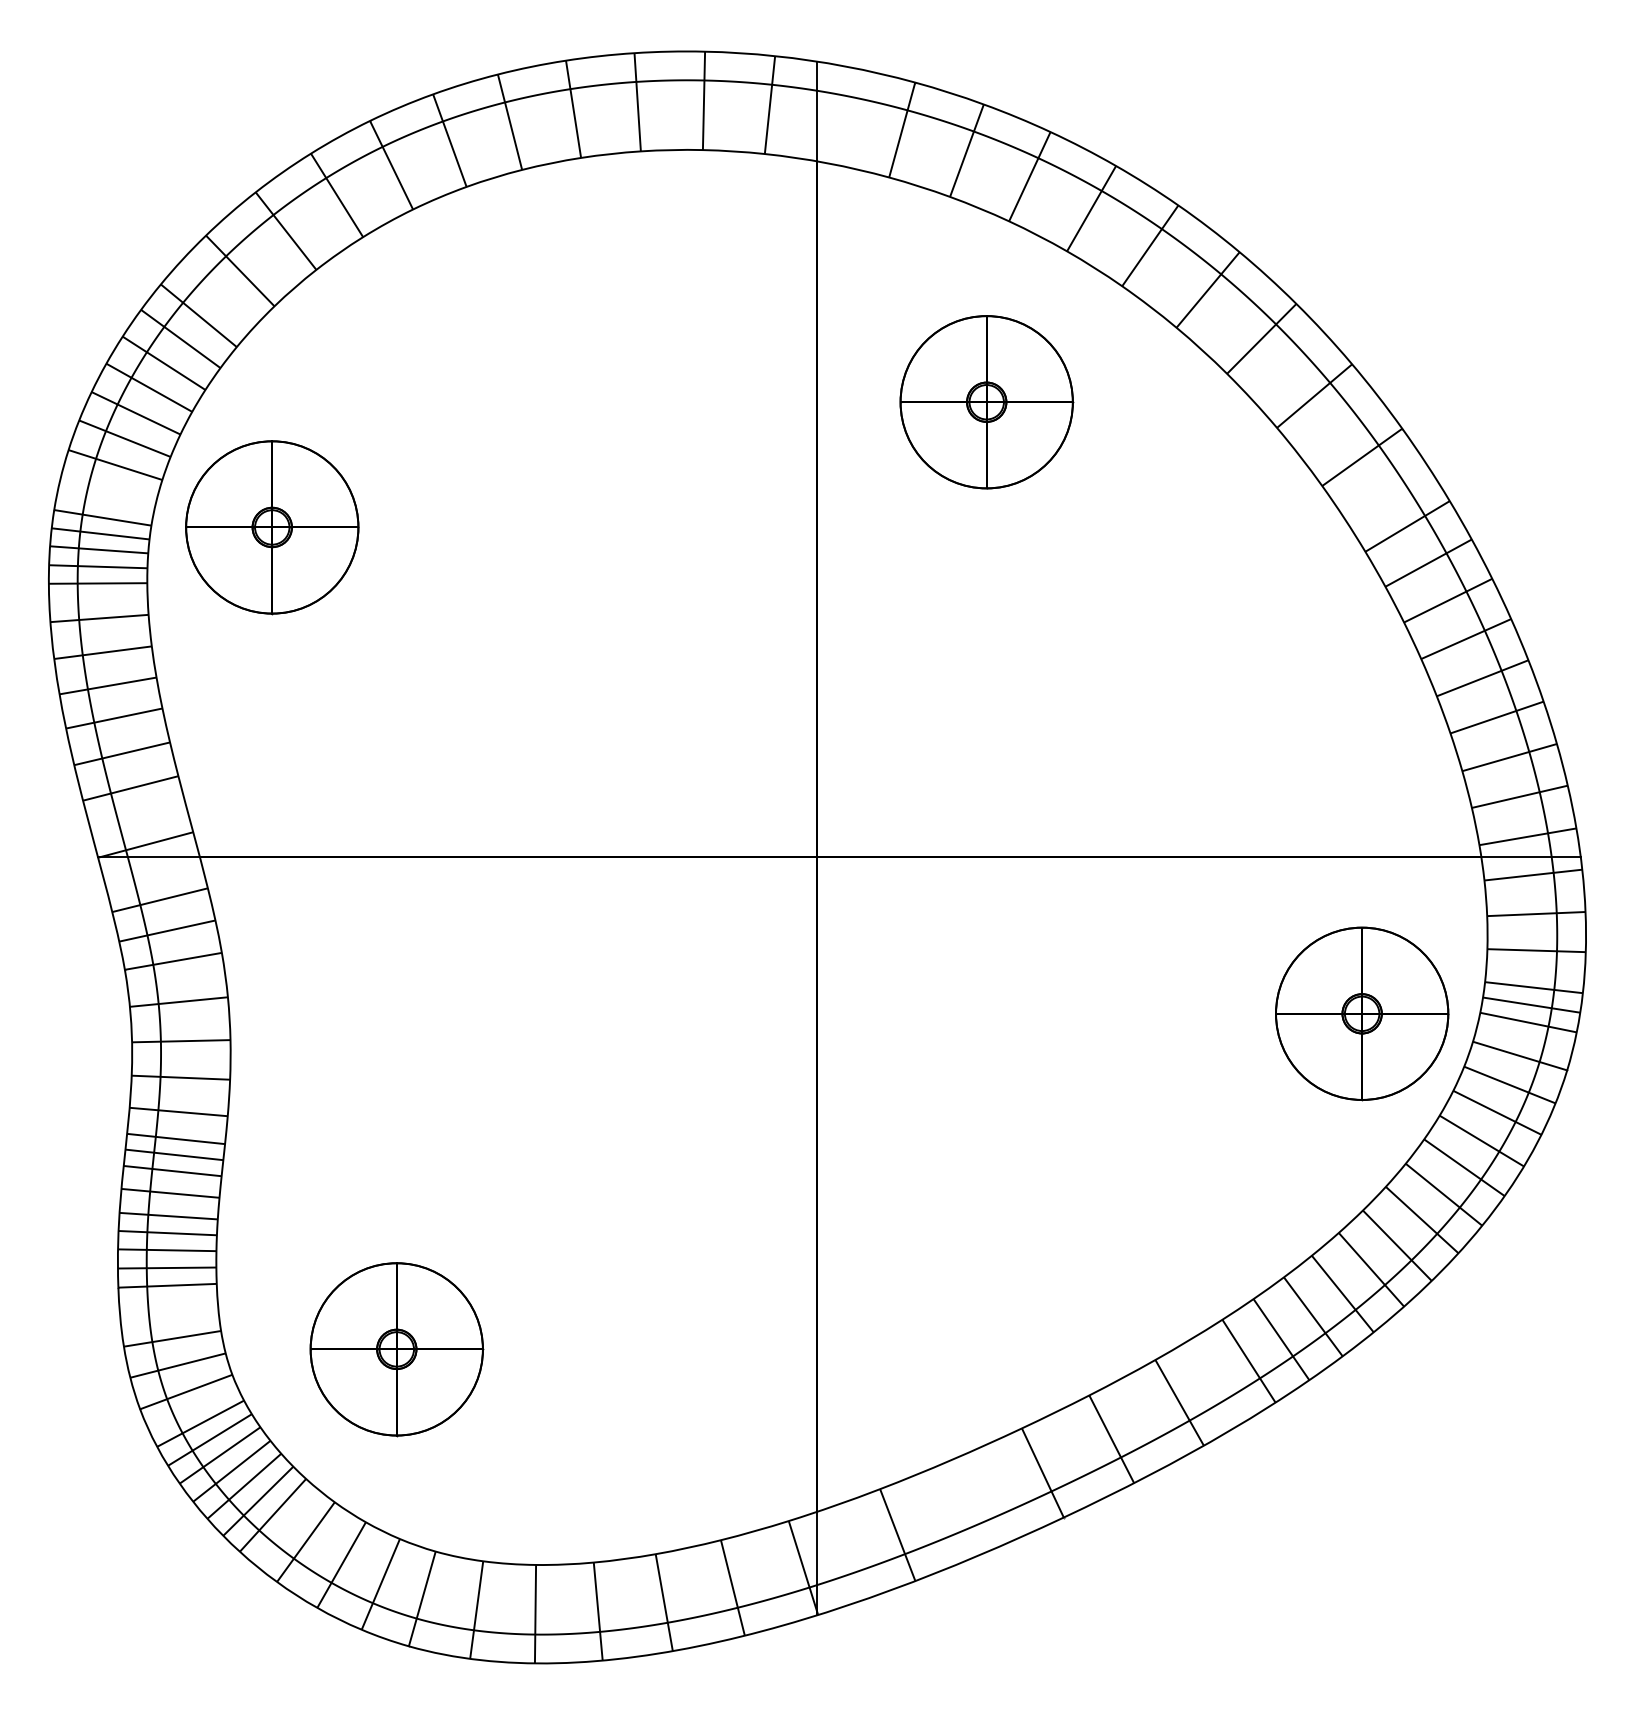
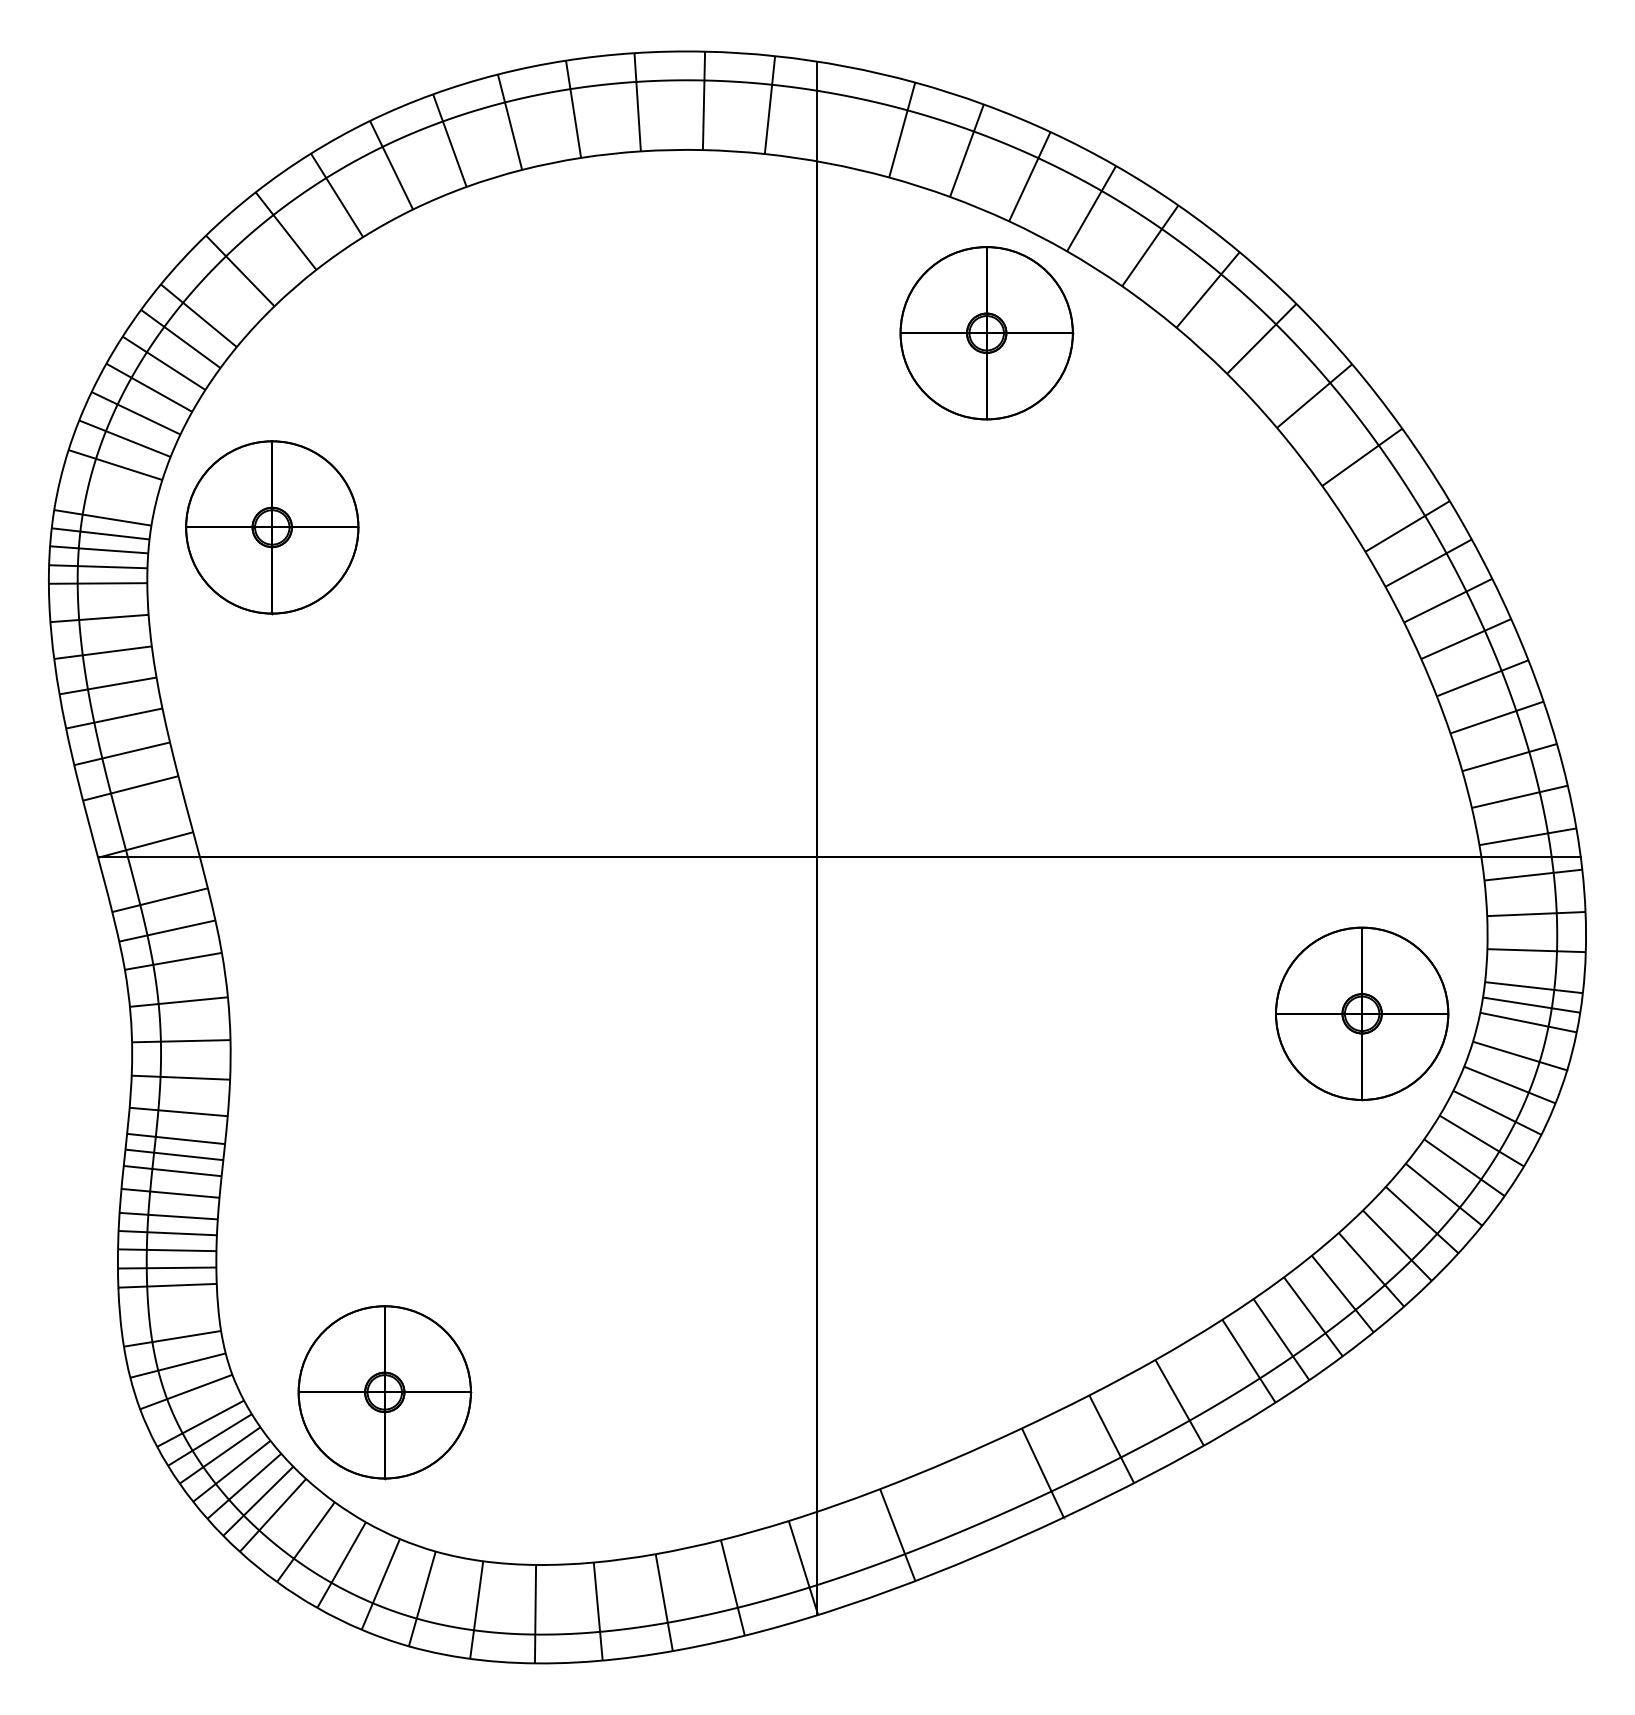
part at (986, 402) position: (986, 402) -> (986, 333)
part at (396, 1349) position: (396, 1349) -> (384, 1392)
